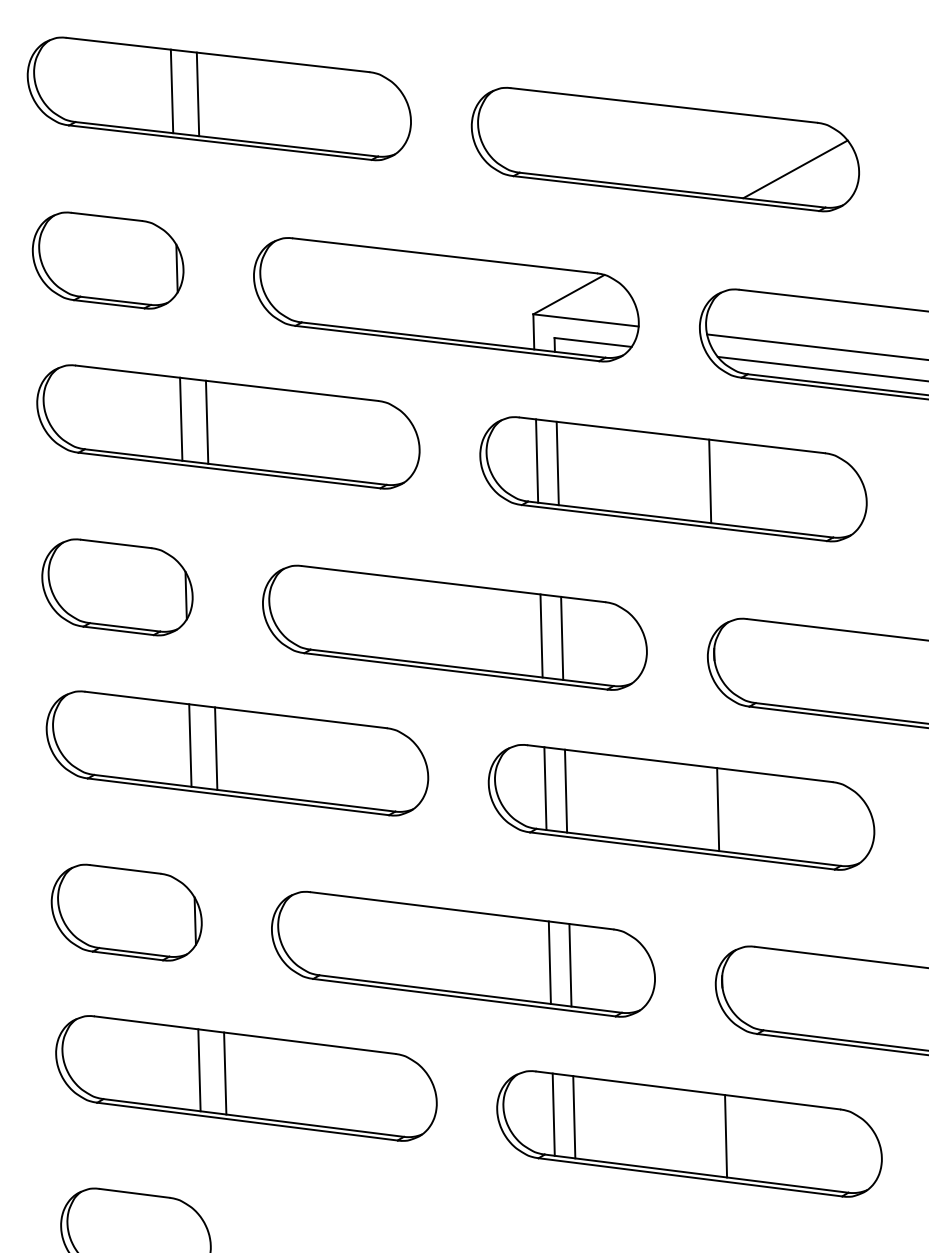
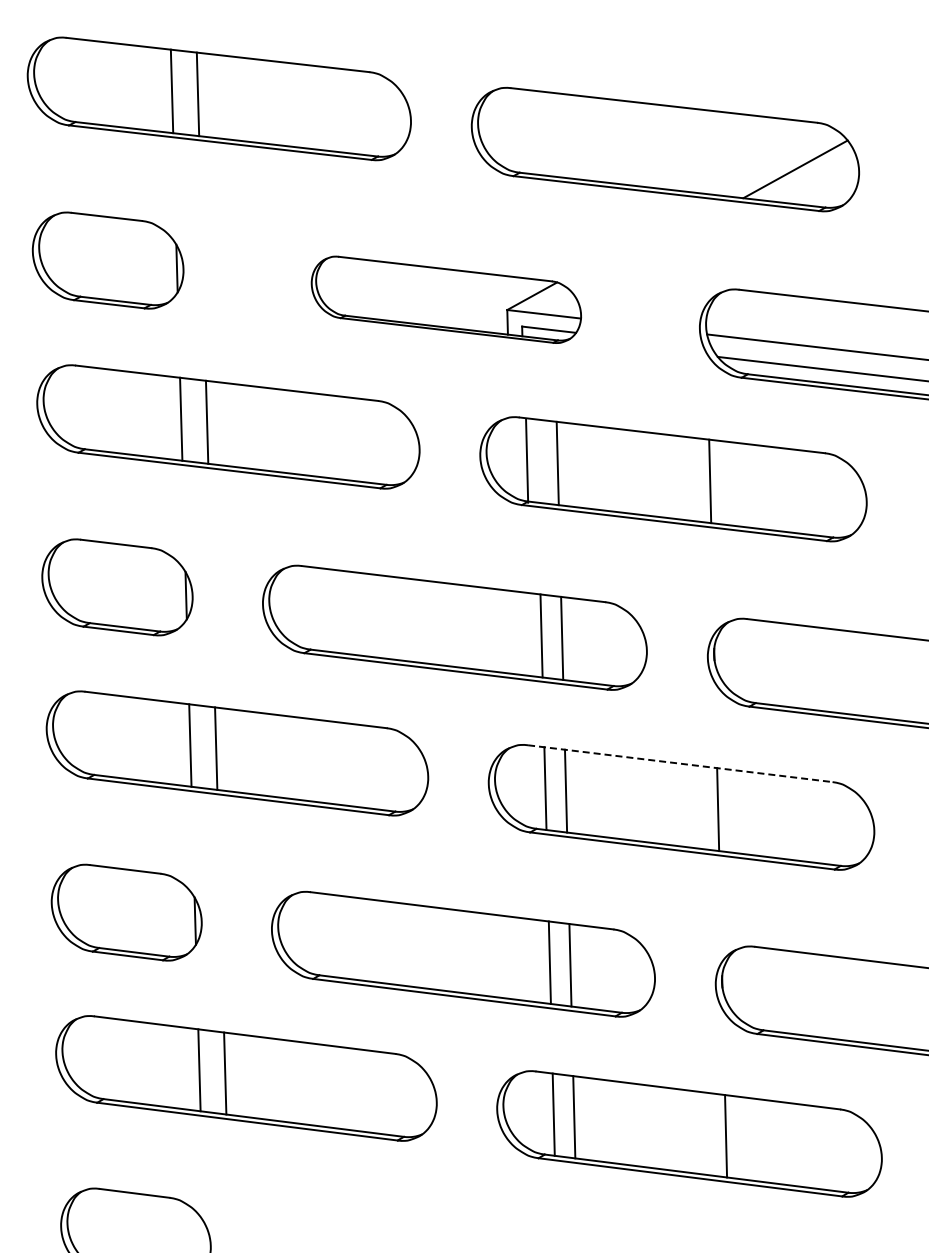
part at (446, 299) size: 387x126 px -> 272x89 px
line at (537, 460) position: (537, 460) -> (527, 460)
line at (680, 763): solid -> dashed
